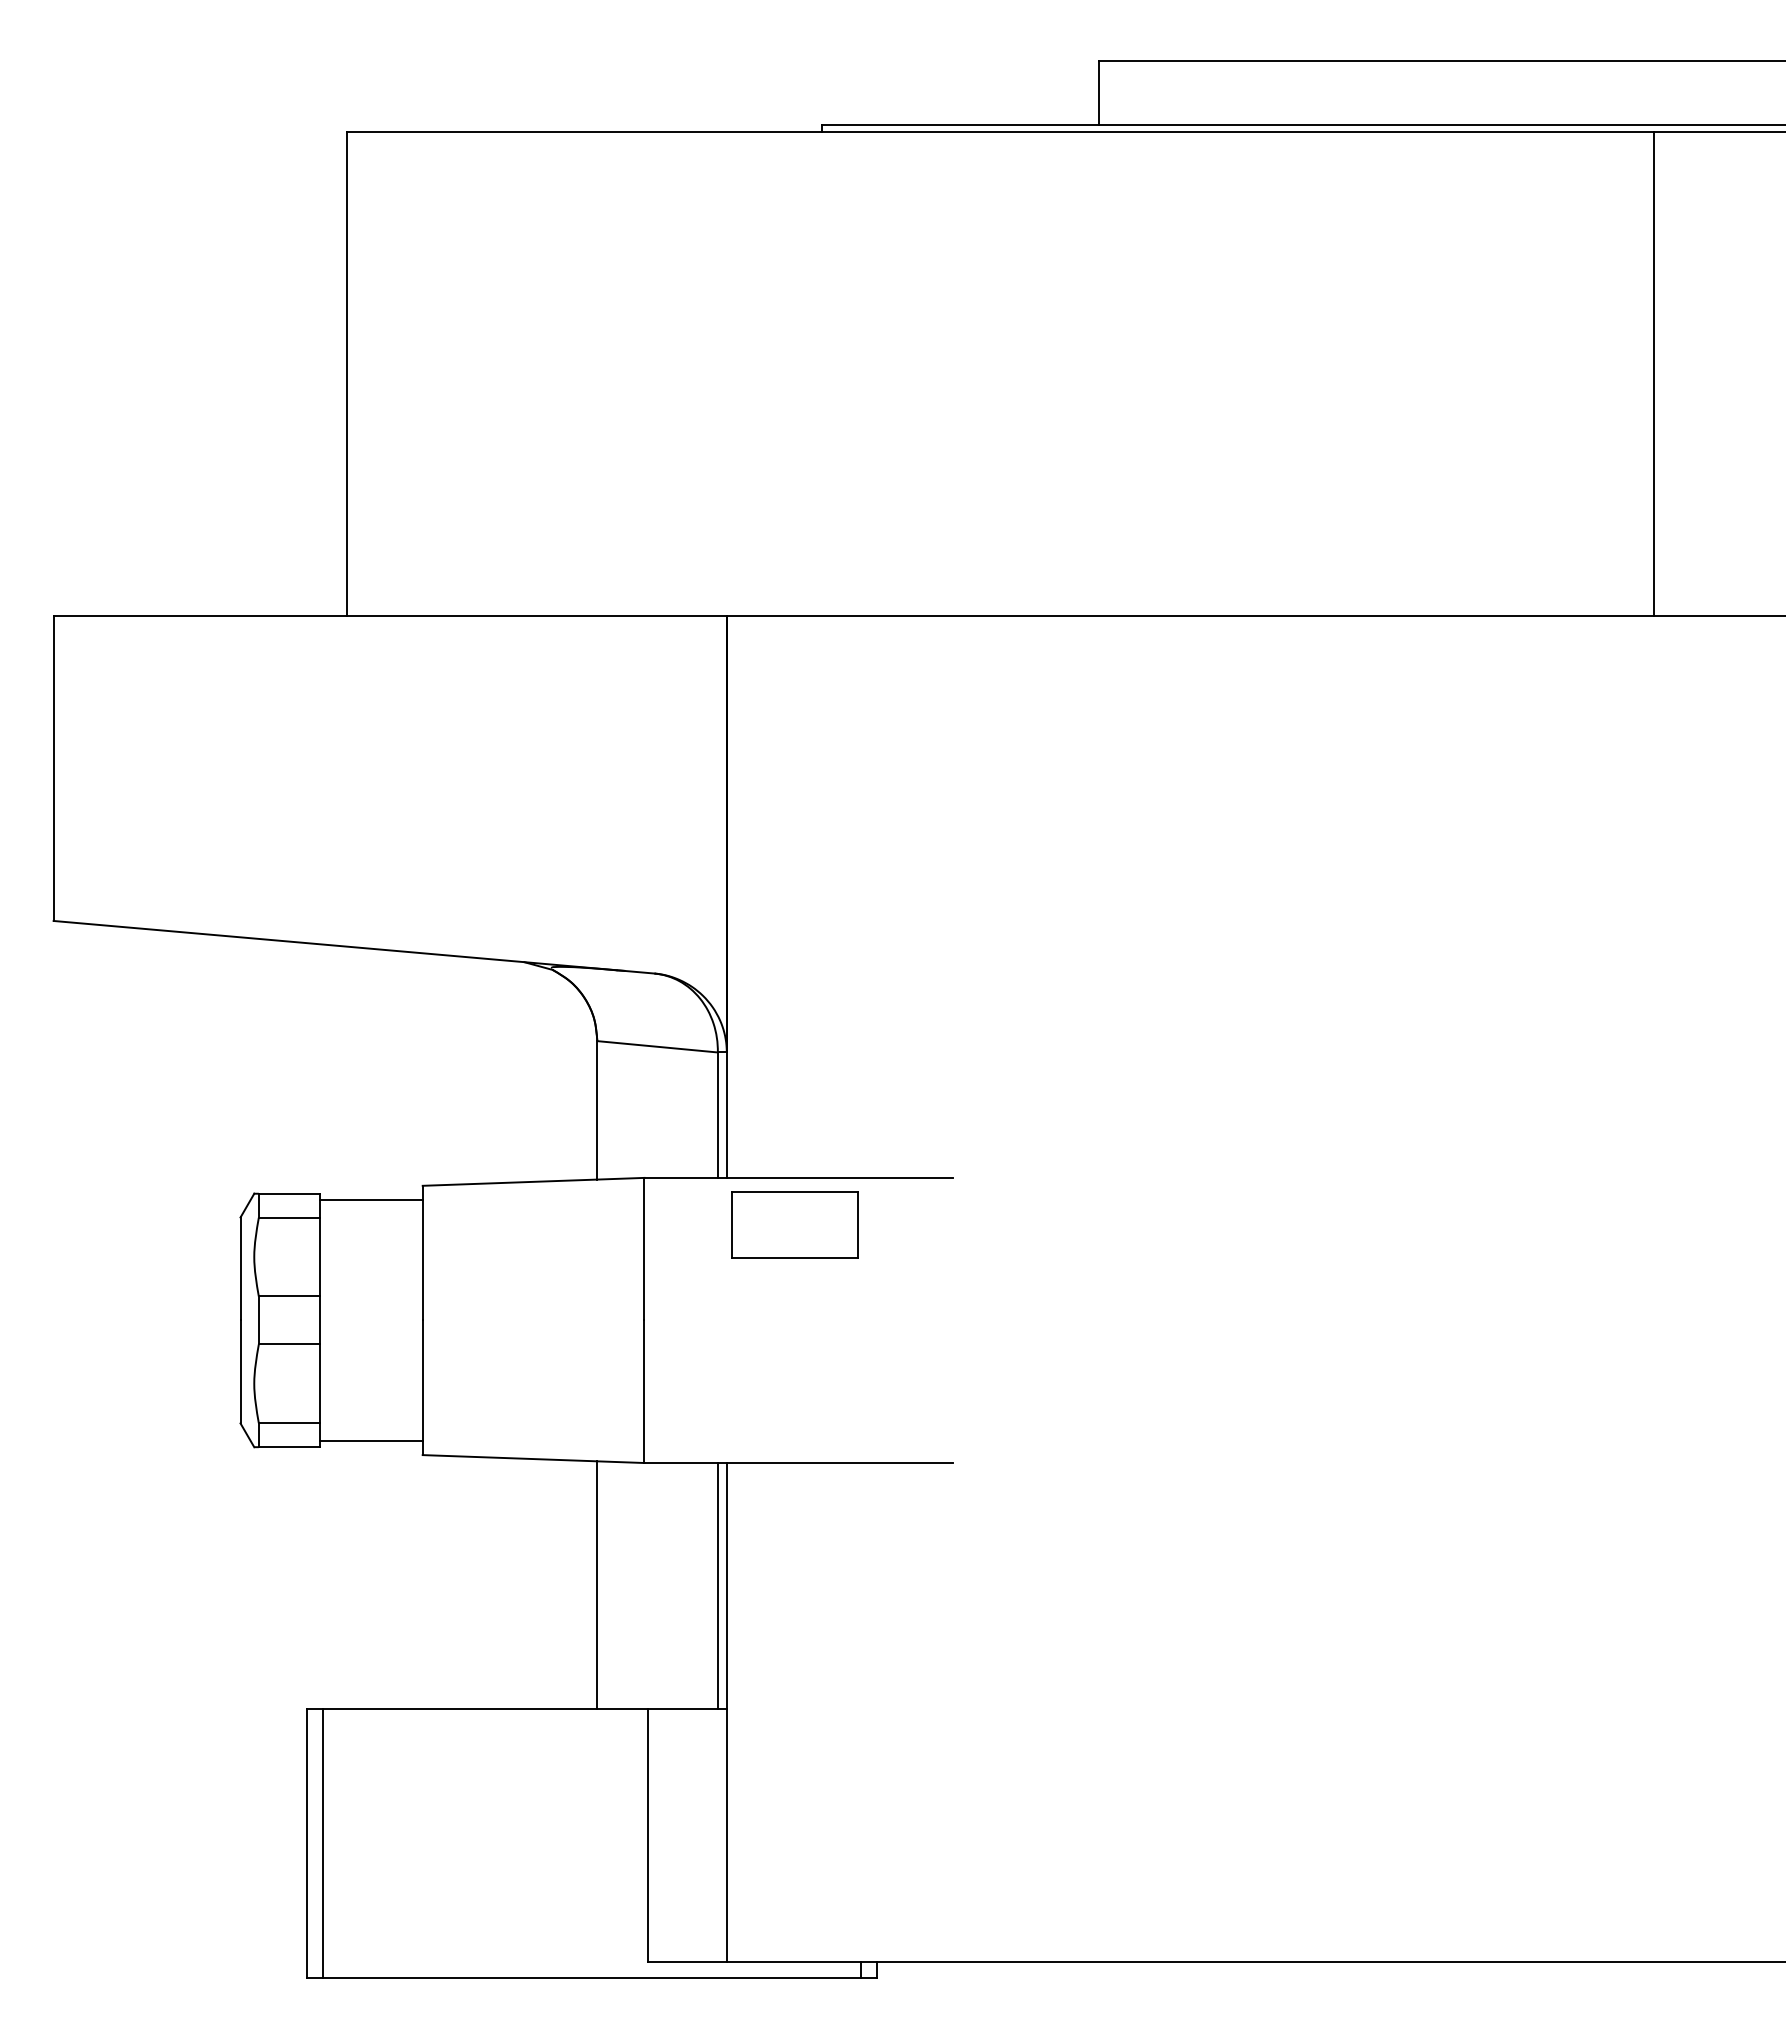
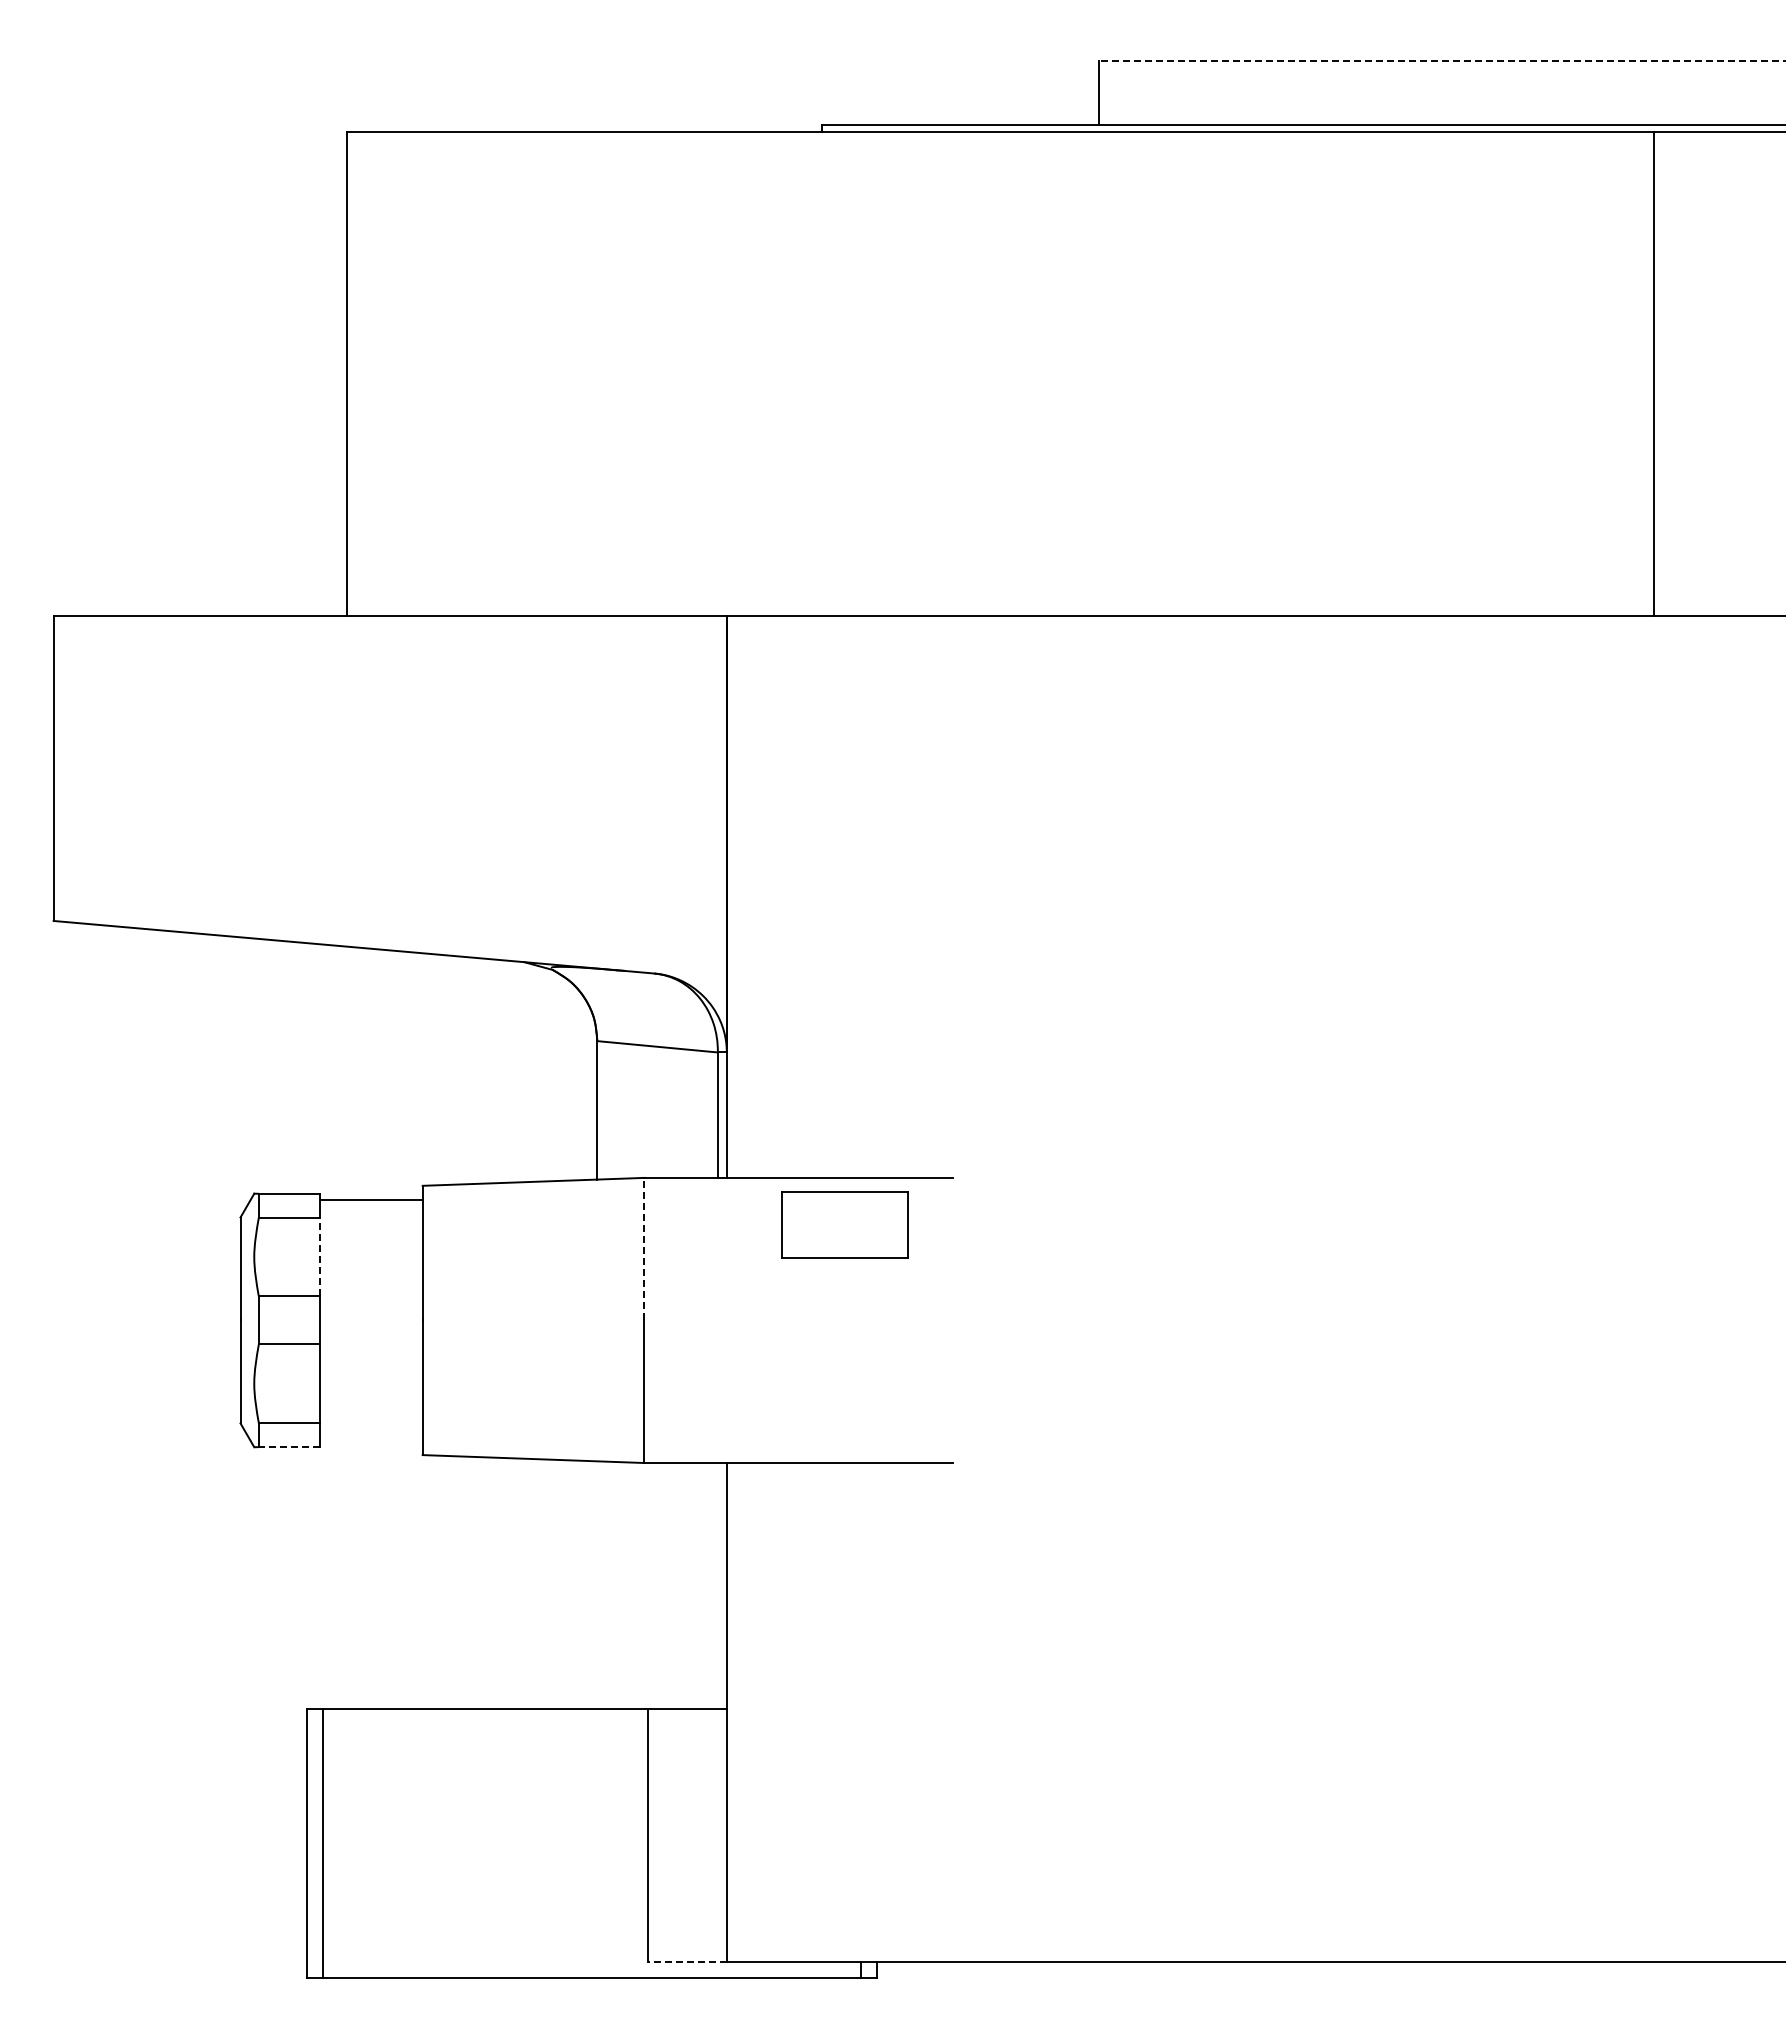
line at (1442, 61): solid -> dashed
part at (794, 1224) position: (794, 1224) -> (844, 1224)
line at (644, 1248): solid -> dashed
line at (319, 1256): solid -> dashed
line at (370, 1440): present -> none
line at (288, 1447): solid -> dashed
line at (597, 1584): present -> none
line at (717, 1585): present -> none
line at (687, 1961): solid -> dashed
